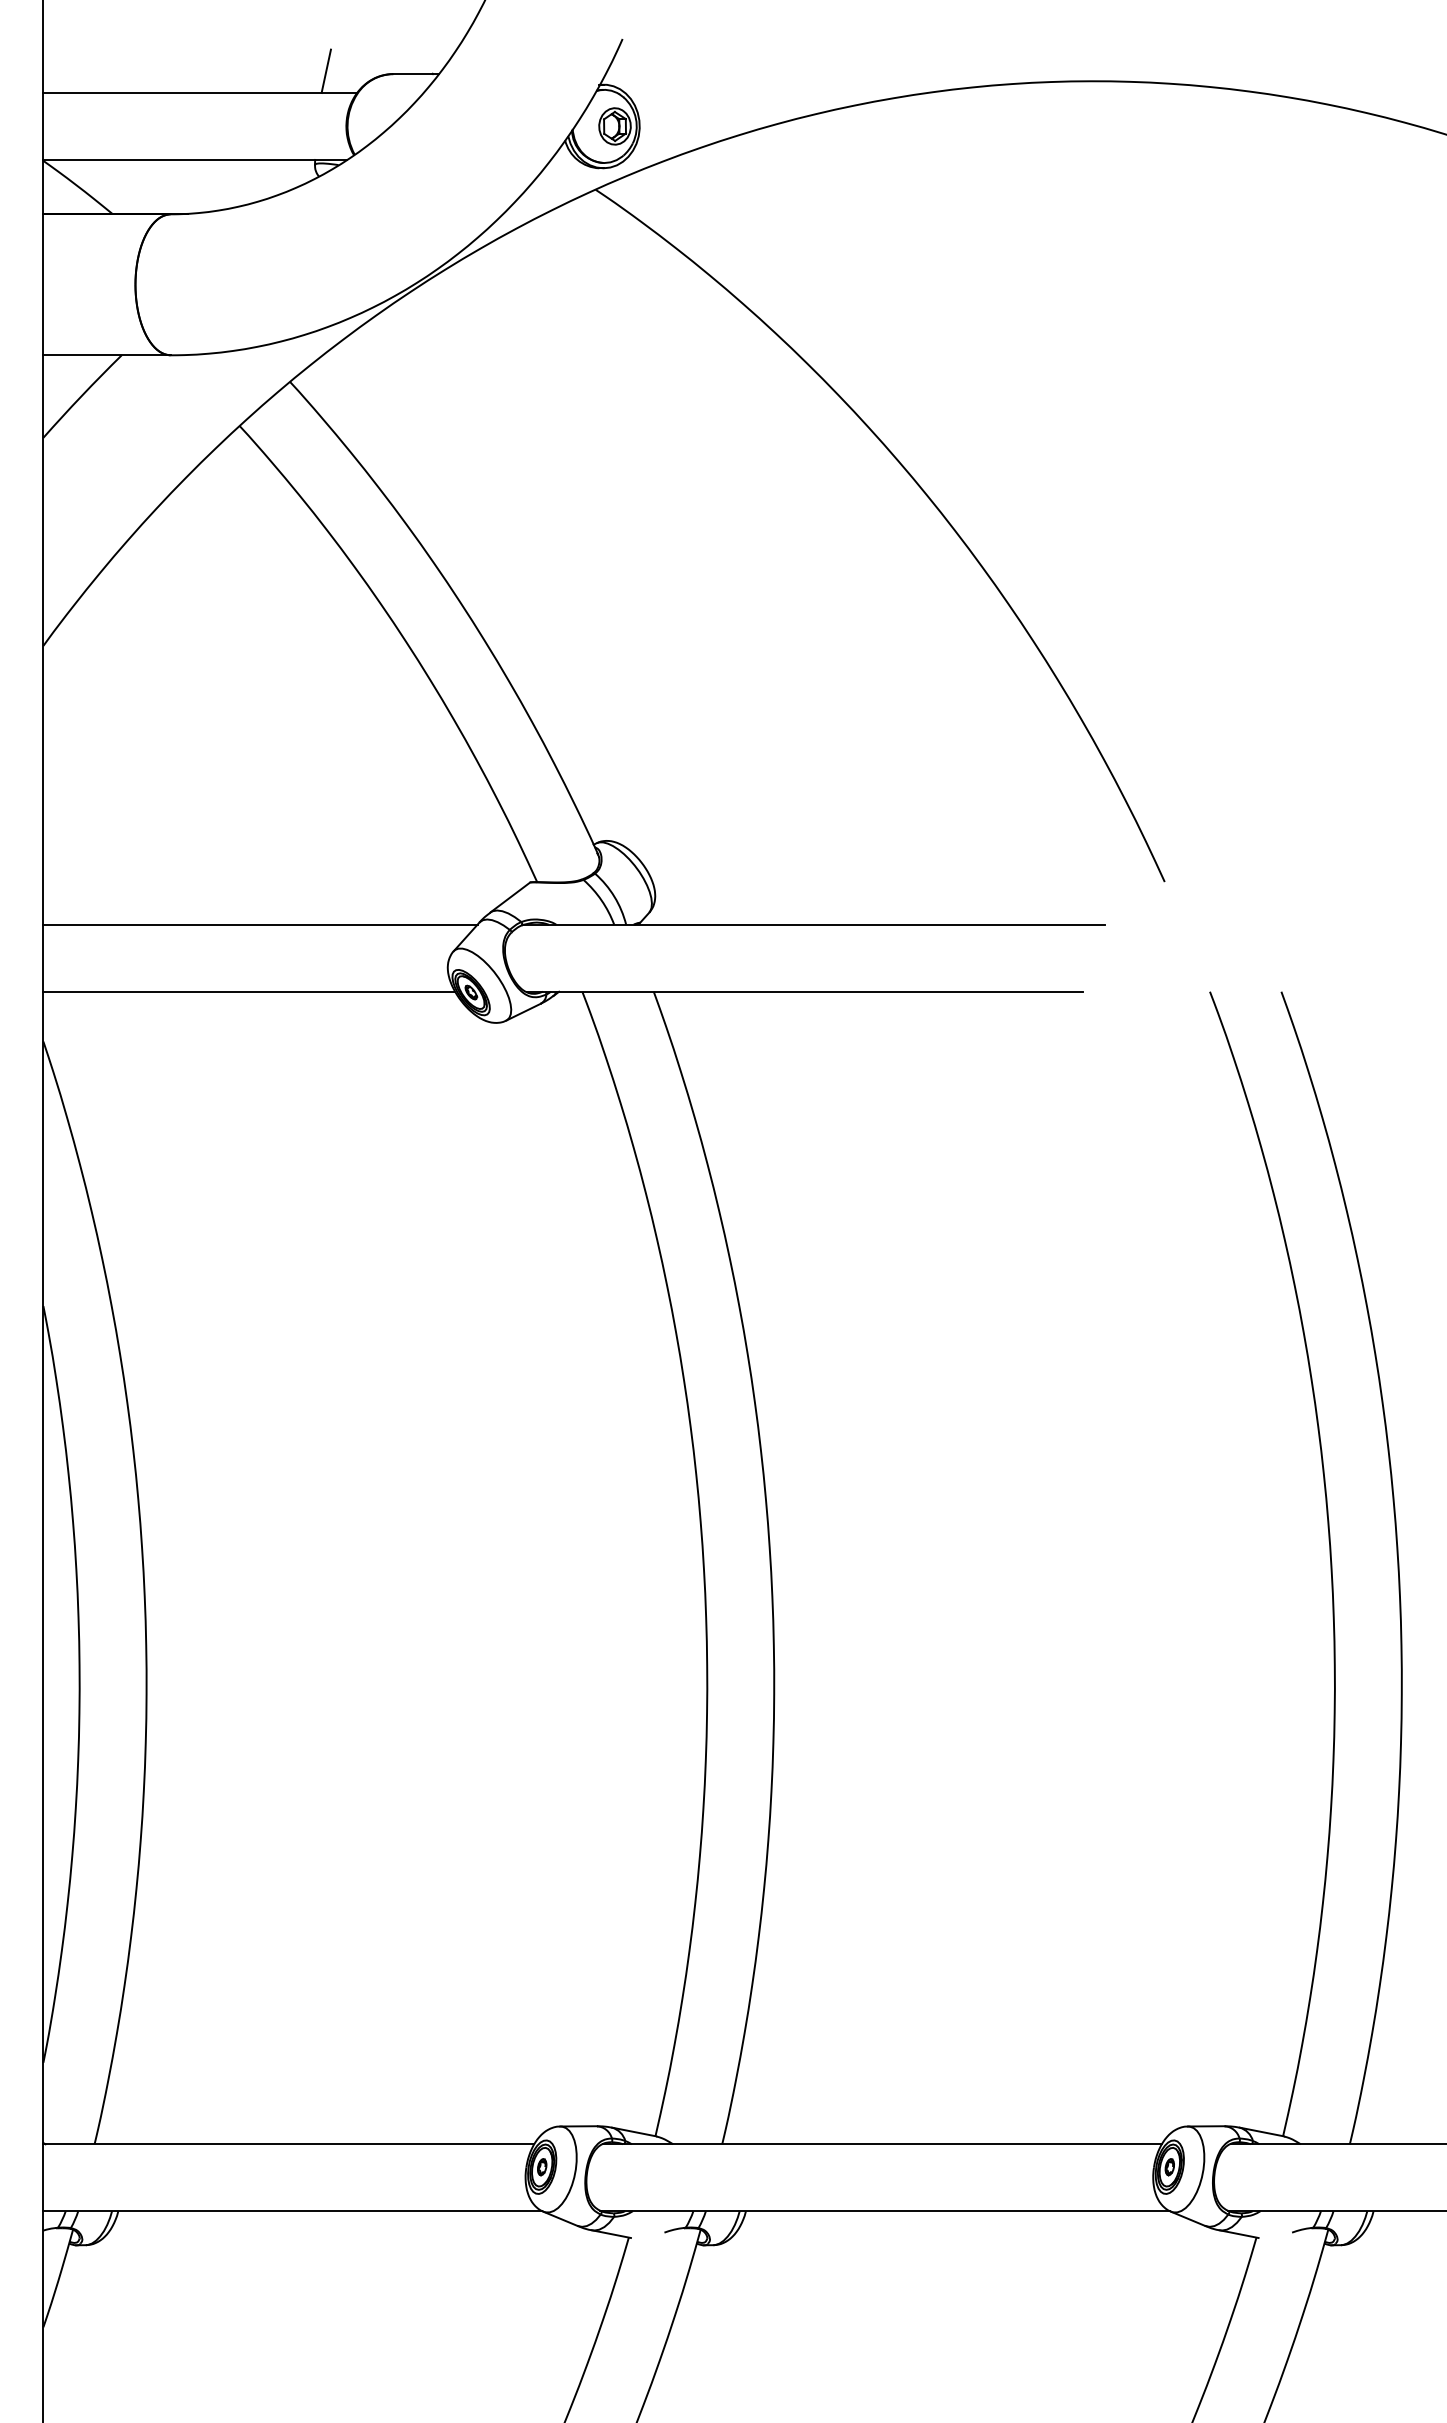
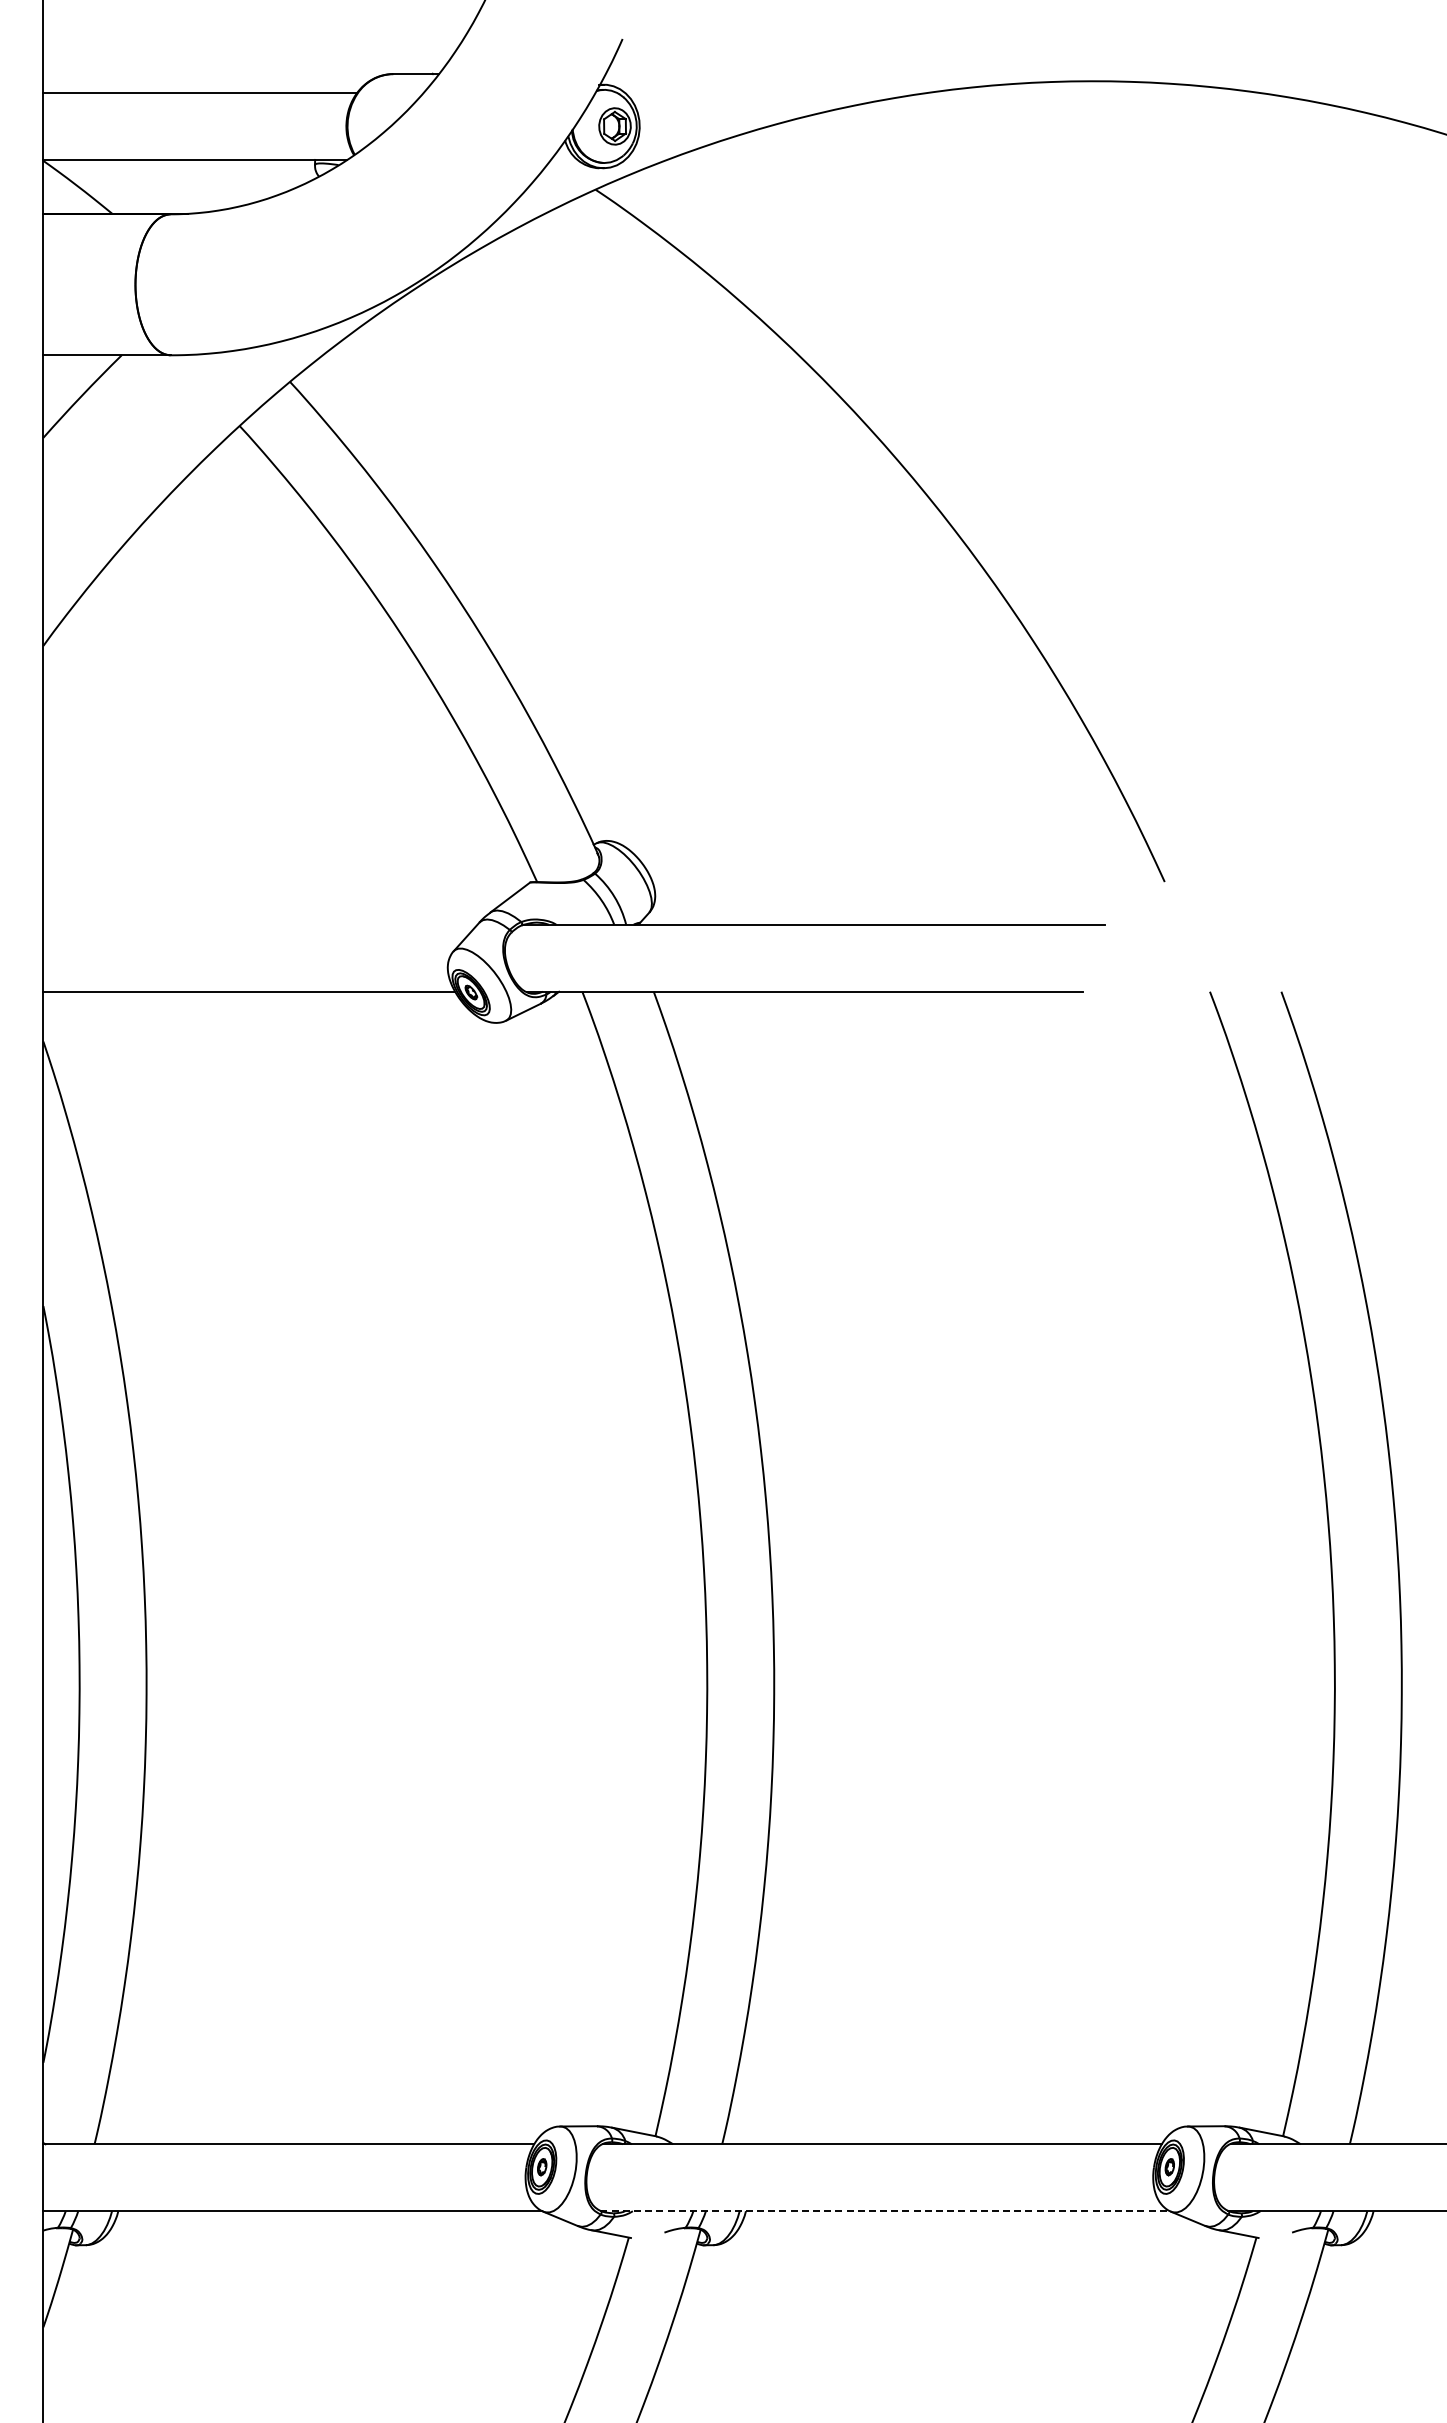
line at (325, 70): present -> none
line at (260, 924): present -> none
line at (885, 2211): solid -> dashed
